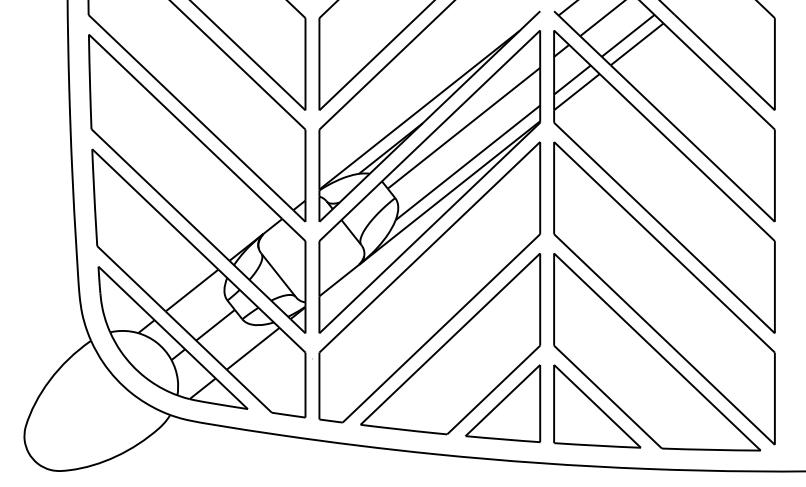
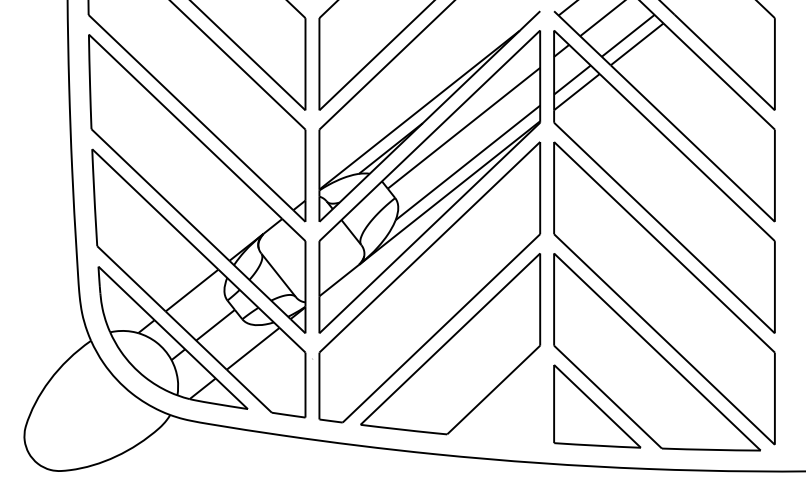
part at (503, 403): present -> none
